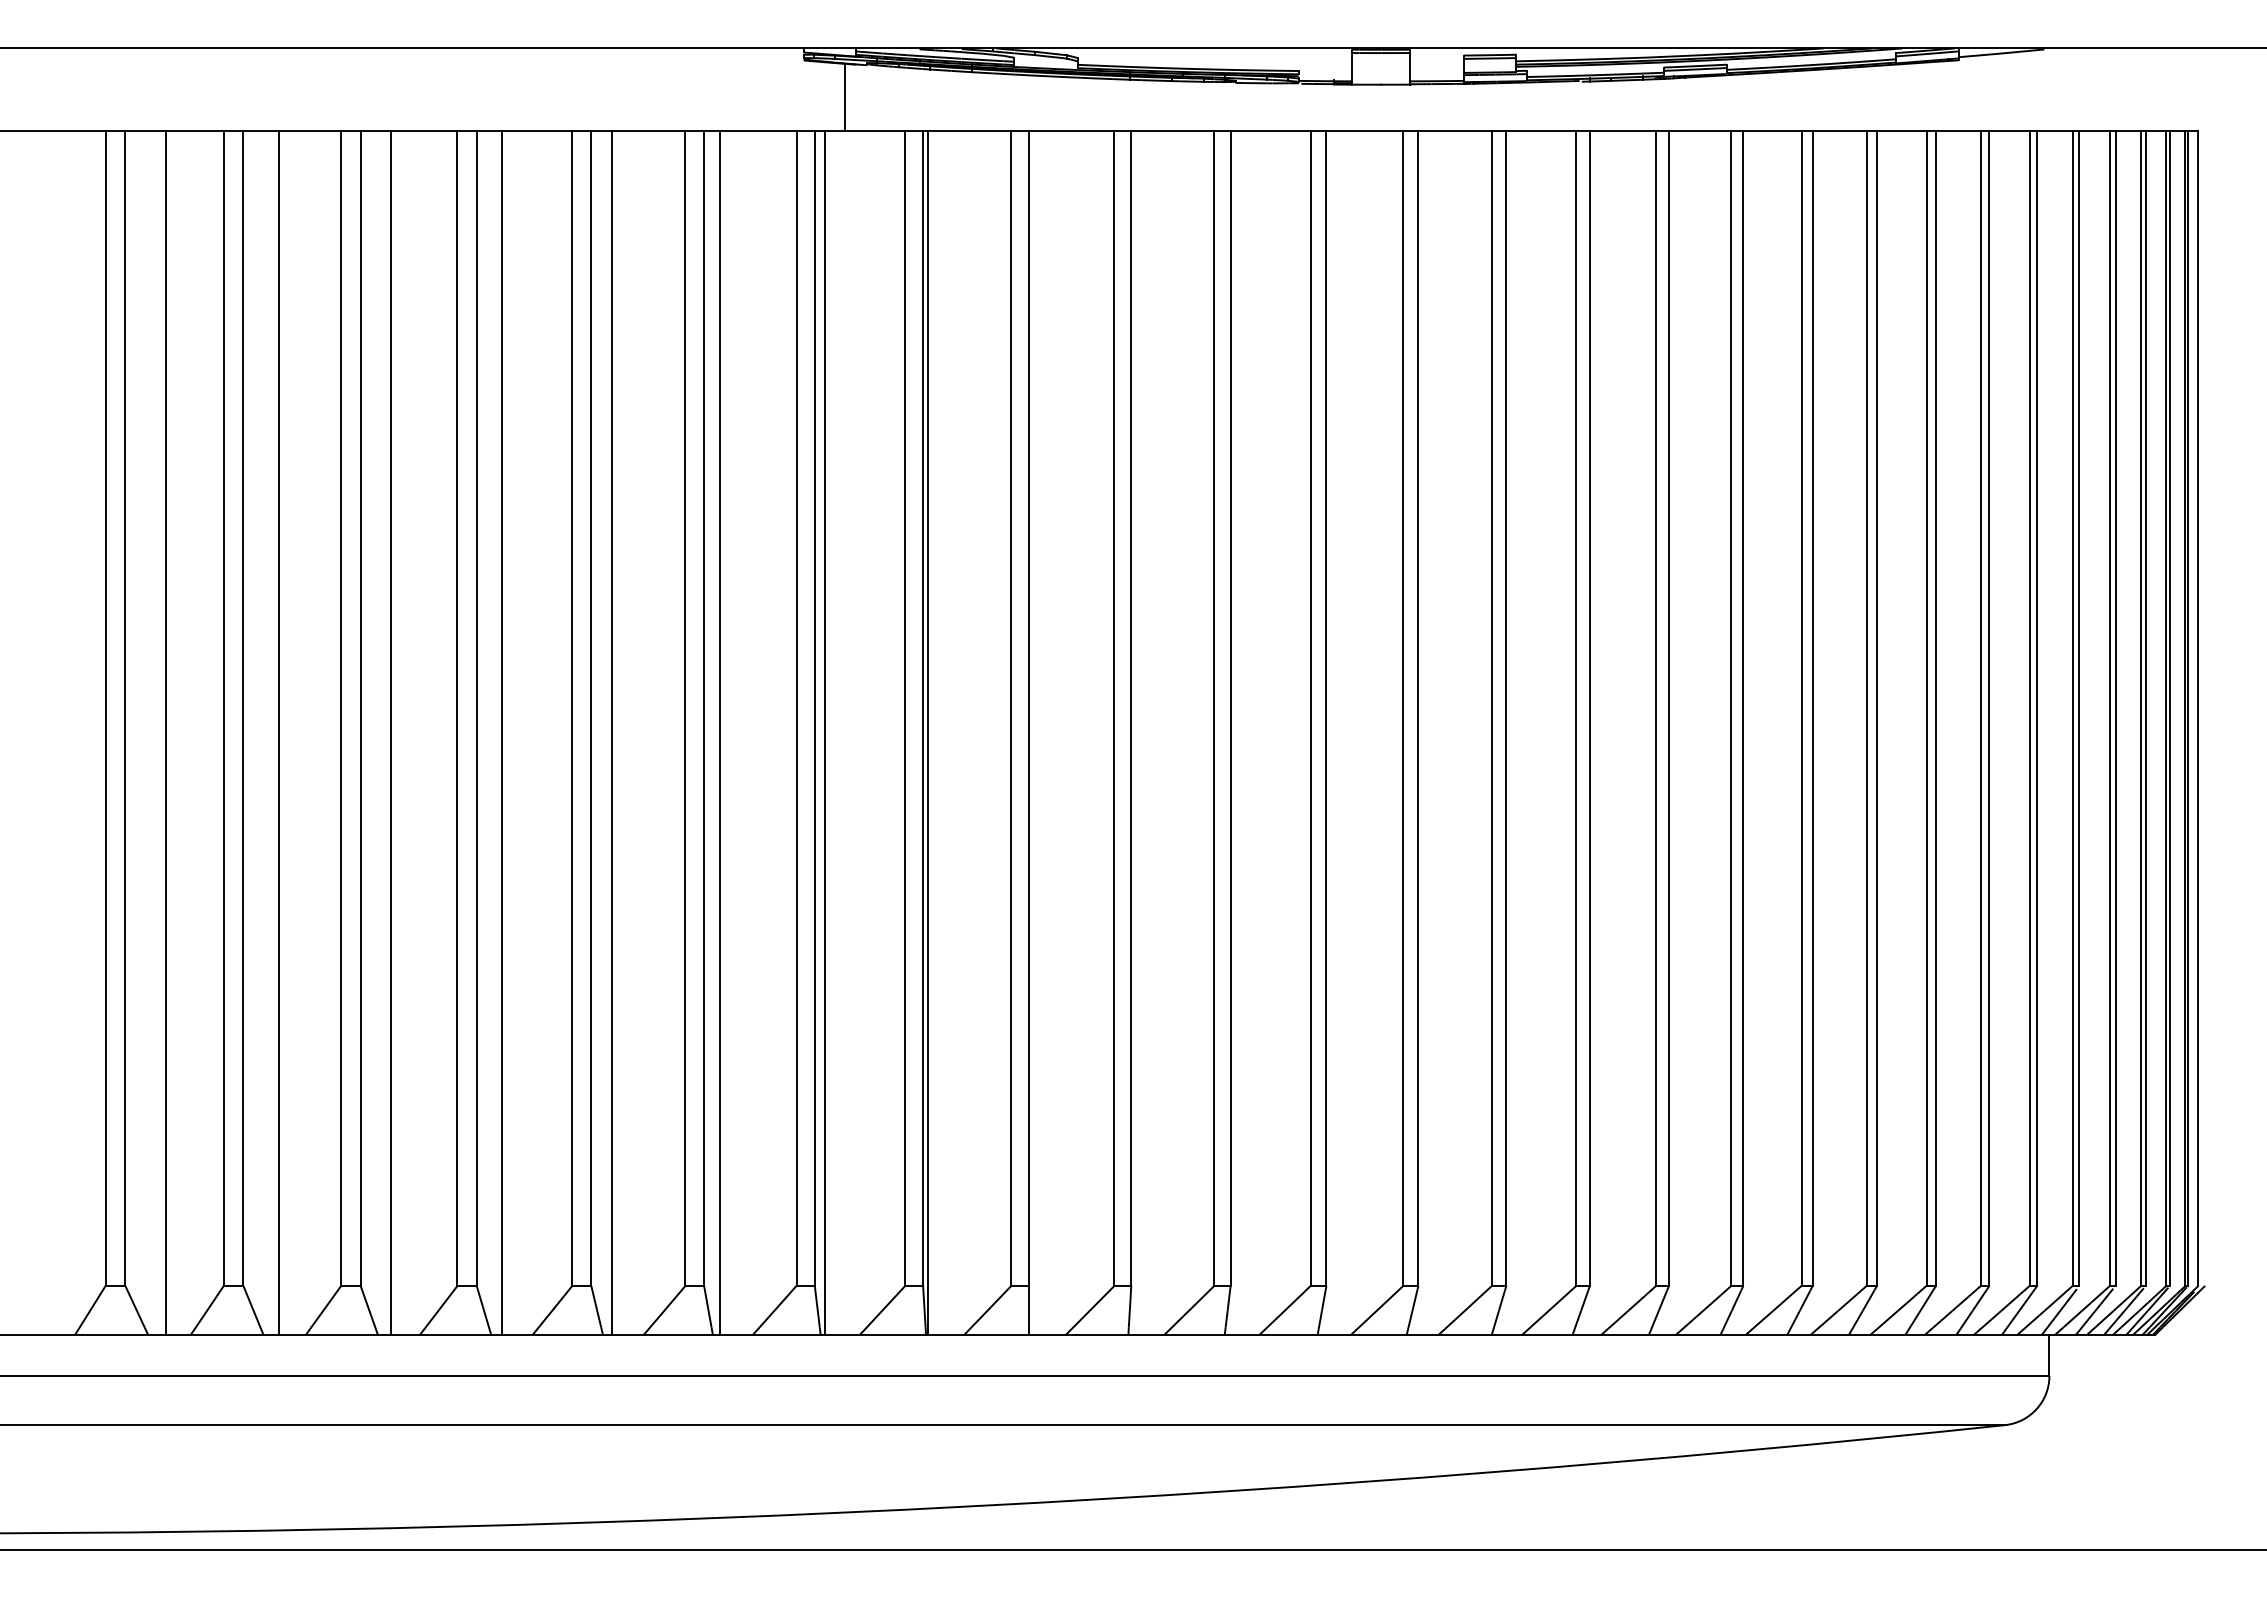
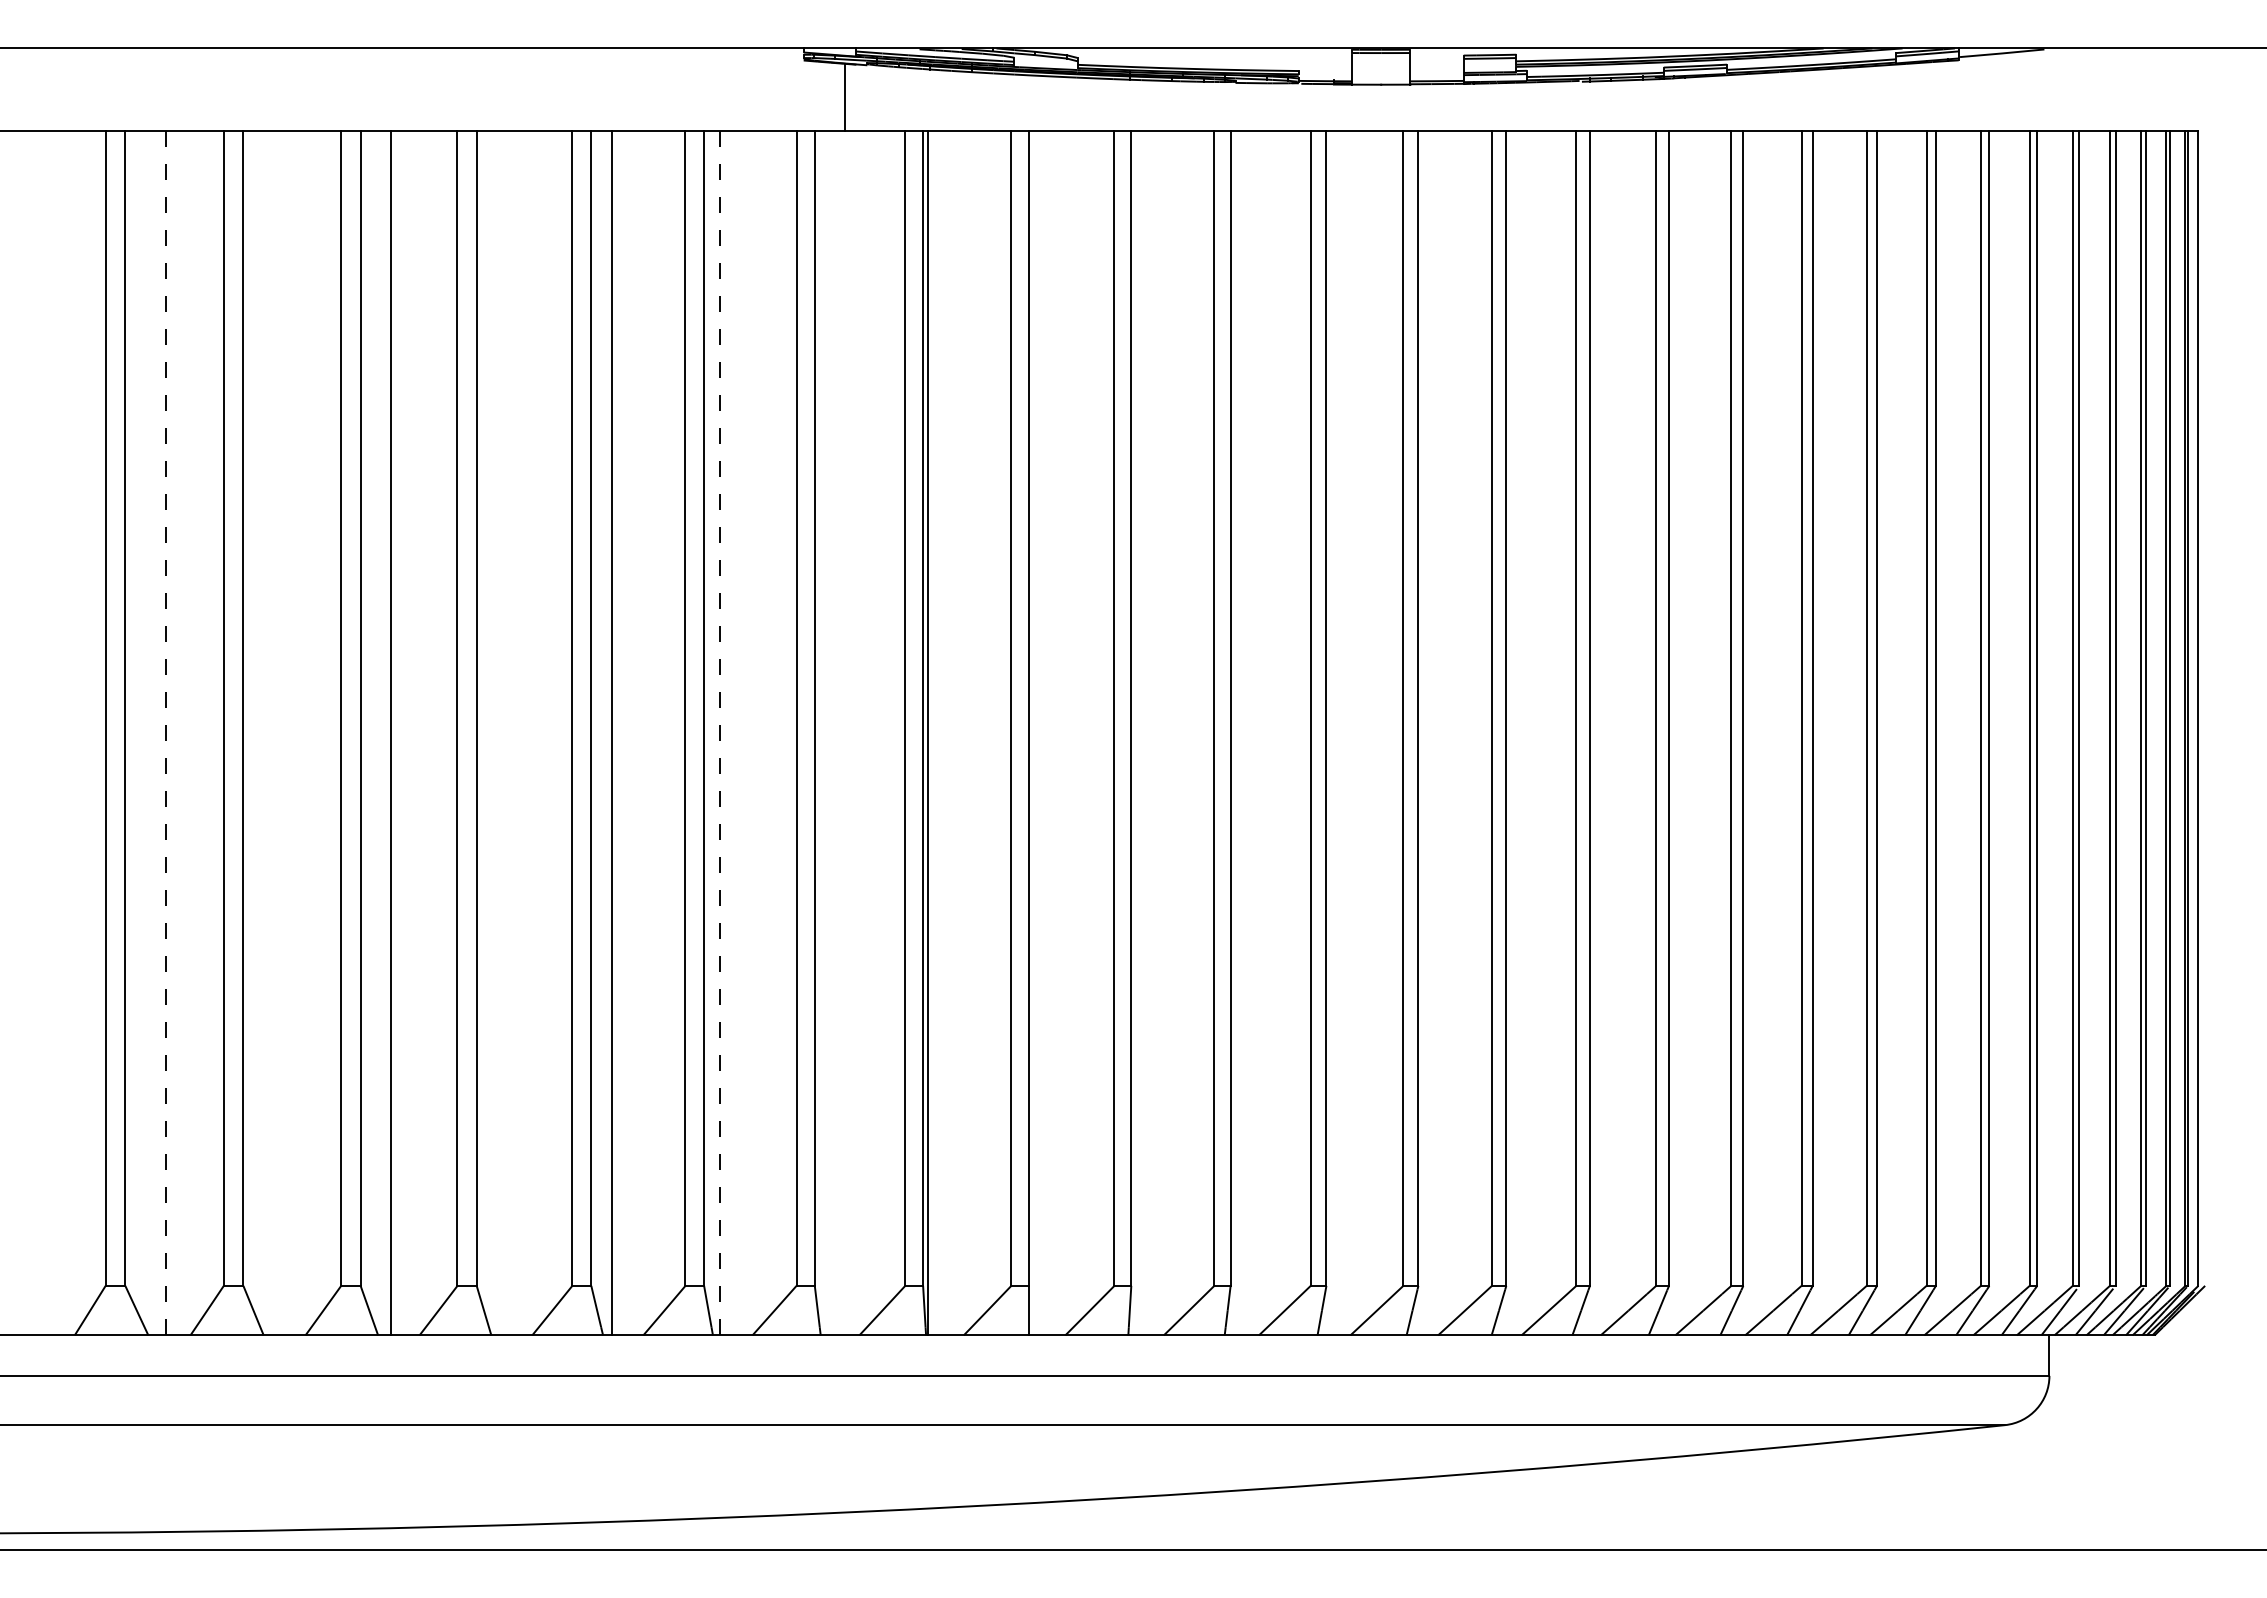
line at (165, 732): solid -> dashed
line at (278, 732): present -> none
line at (502, 732): present -> none
line at (719, 732): solid -> dashed
line at (825, 732): present -> none
